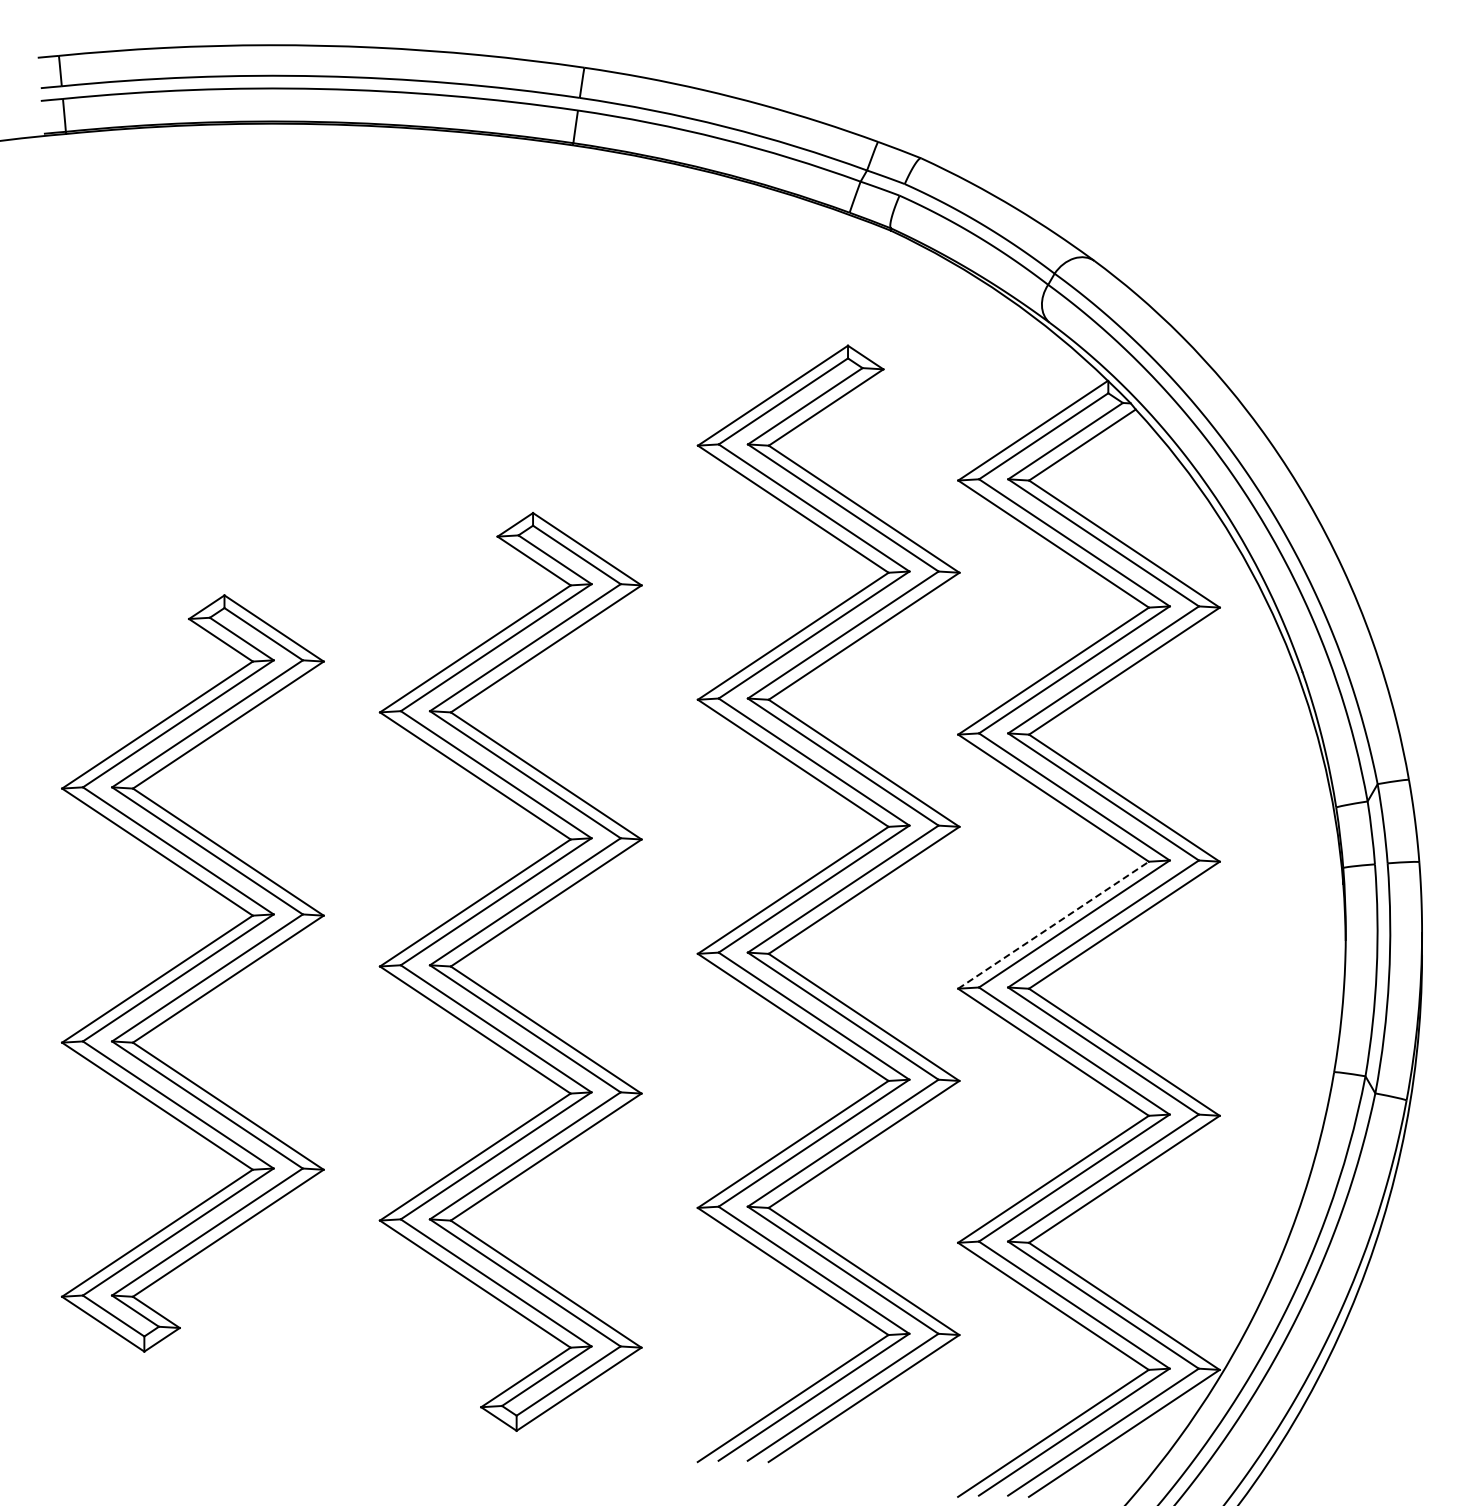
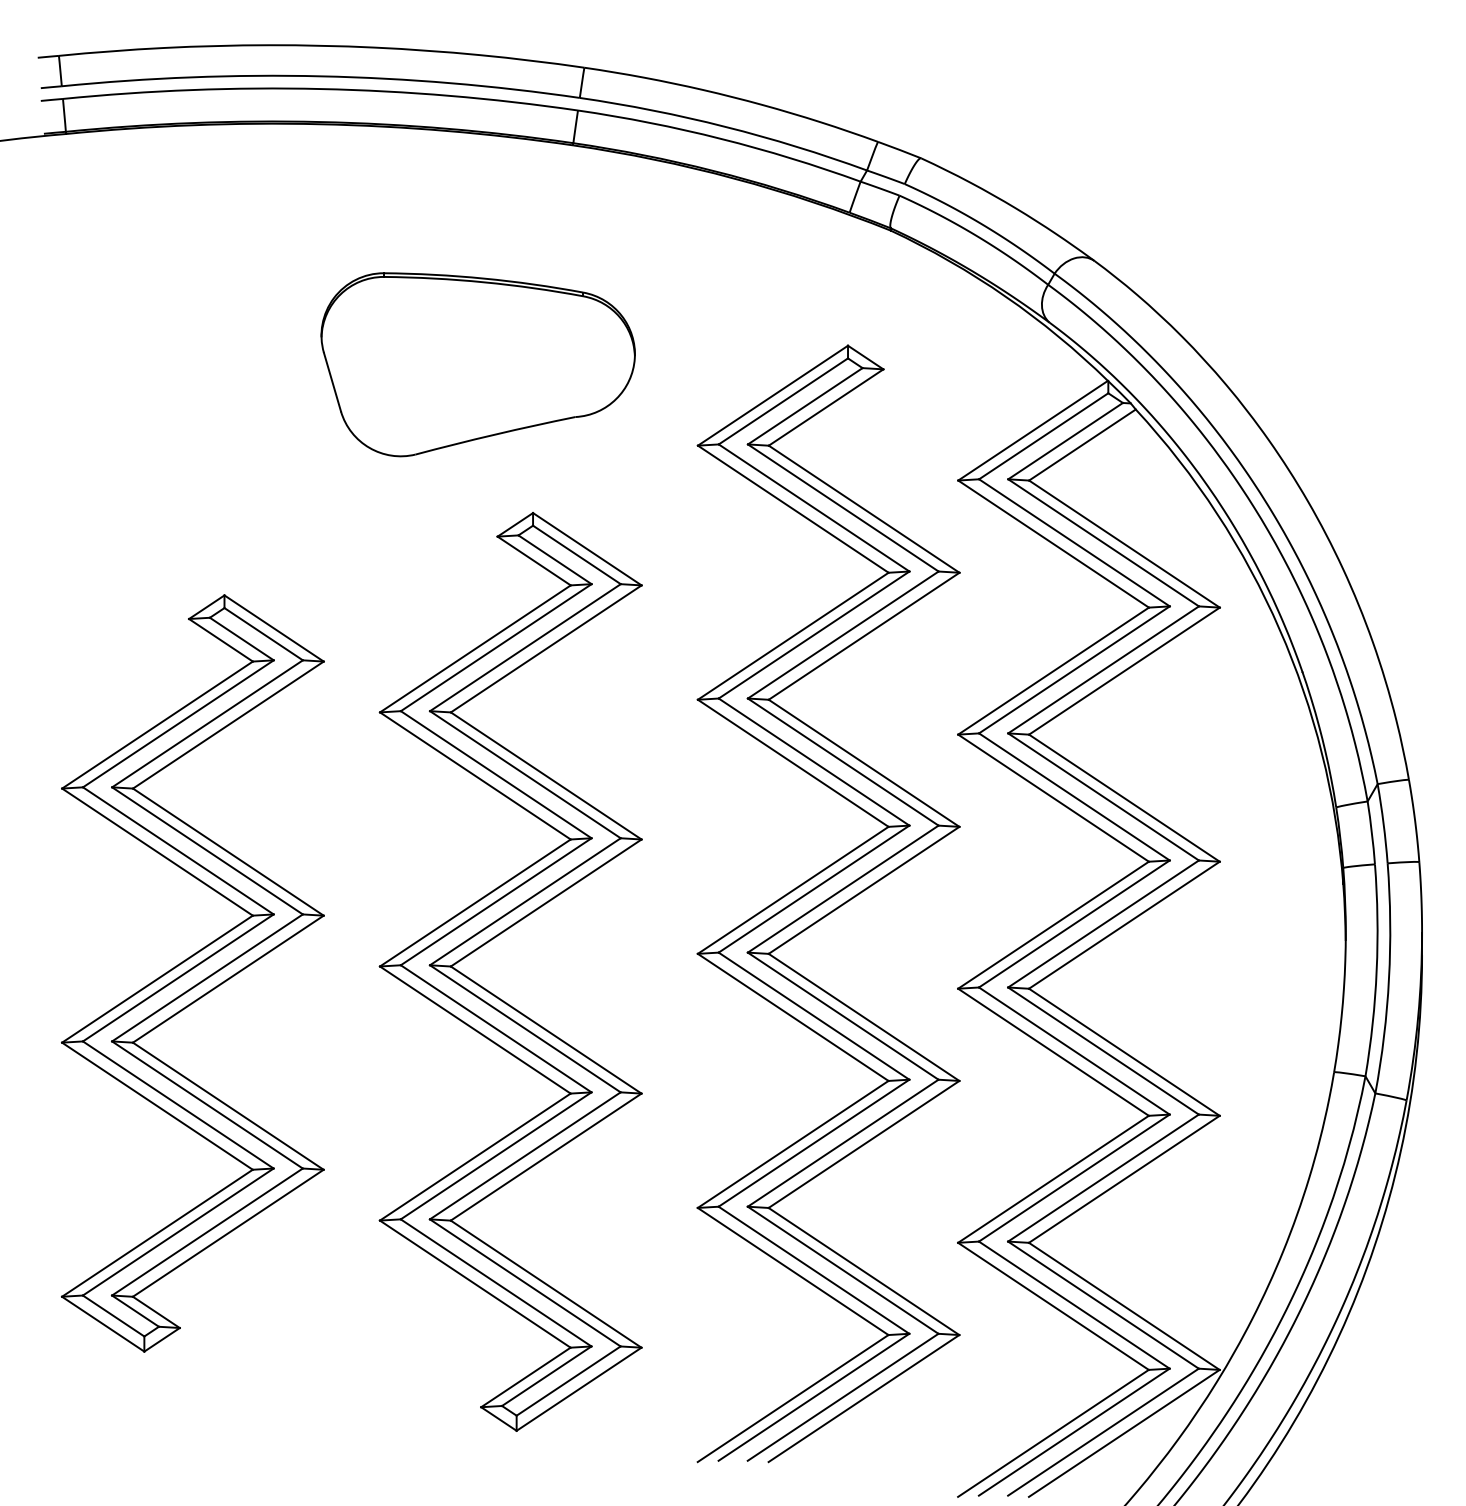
part at (477, 364): none -> present
line at (1053, 925): dashed -> solid
